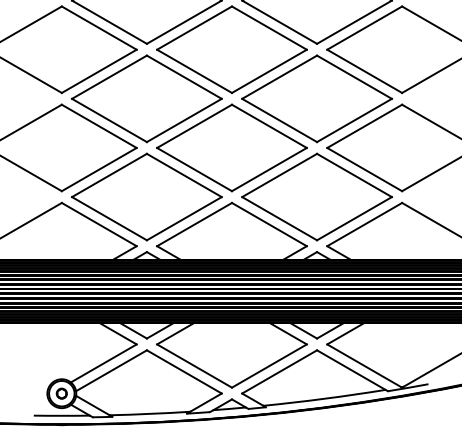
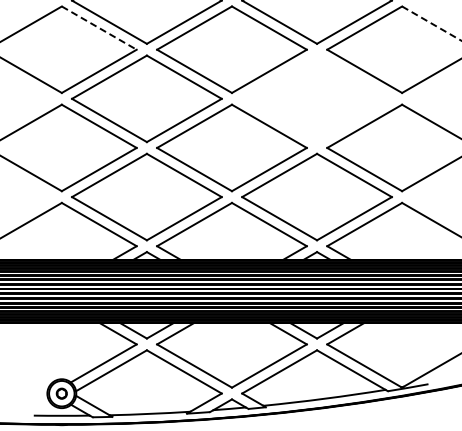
line at (432, 23): solid -> dashed
line at (99, 28): solid -> dashed
part at (316, 98): present -> none
